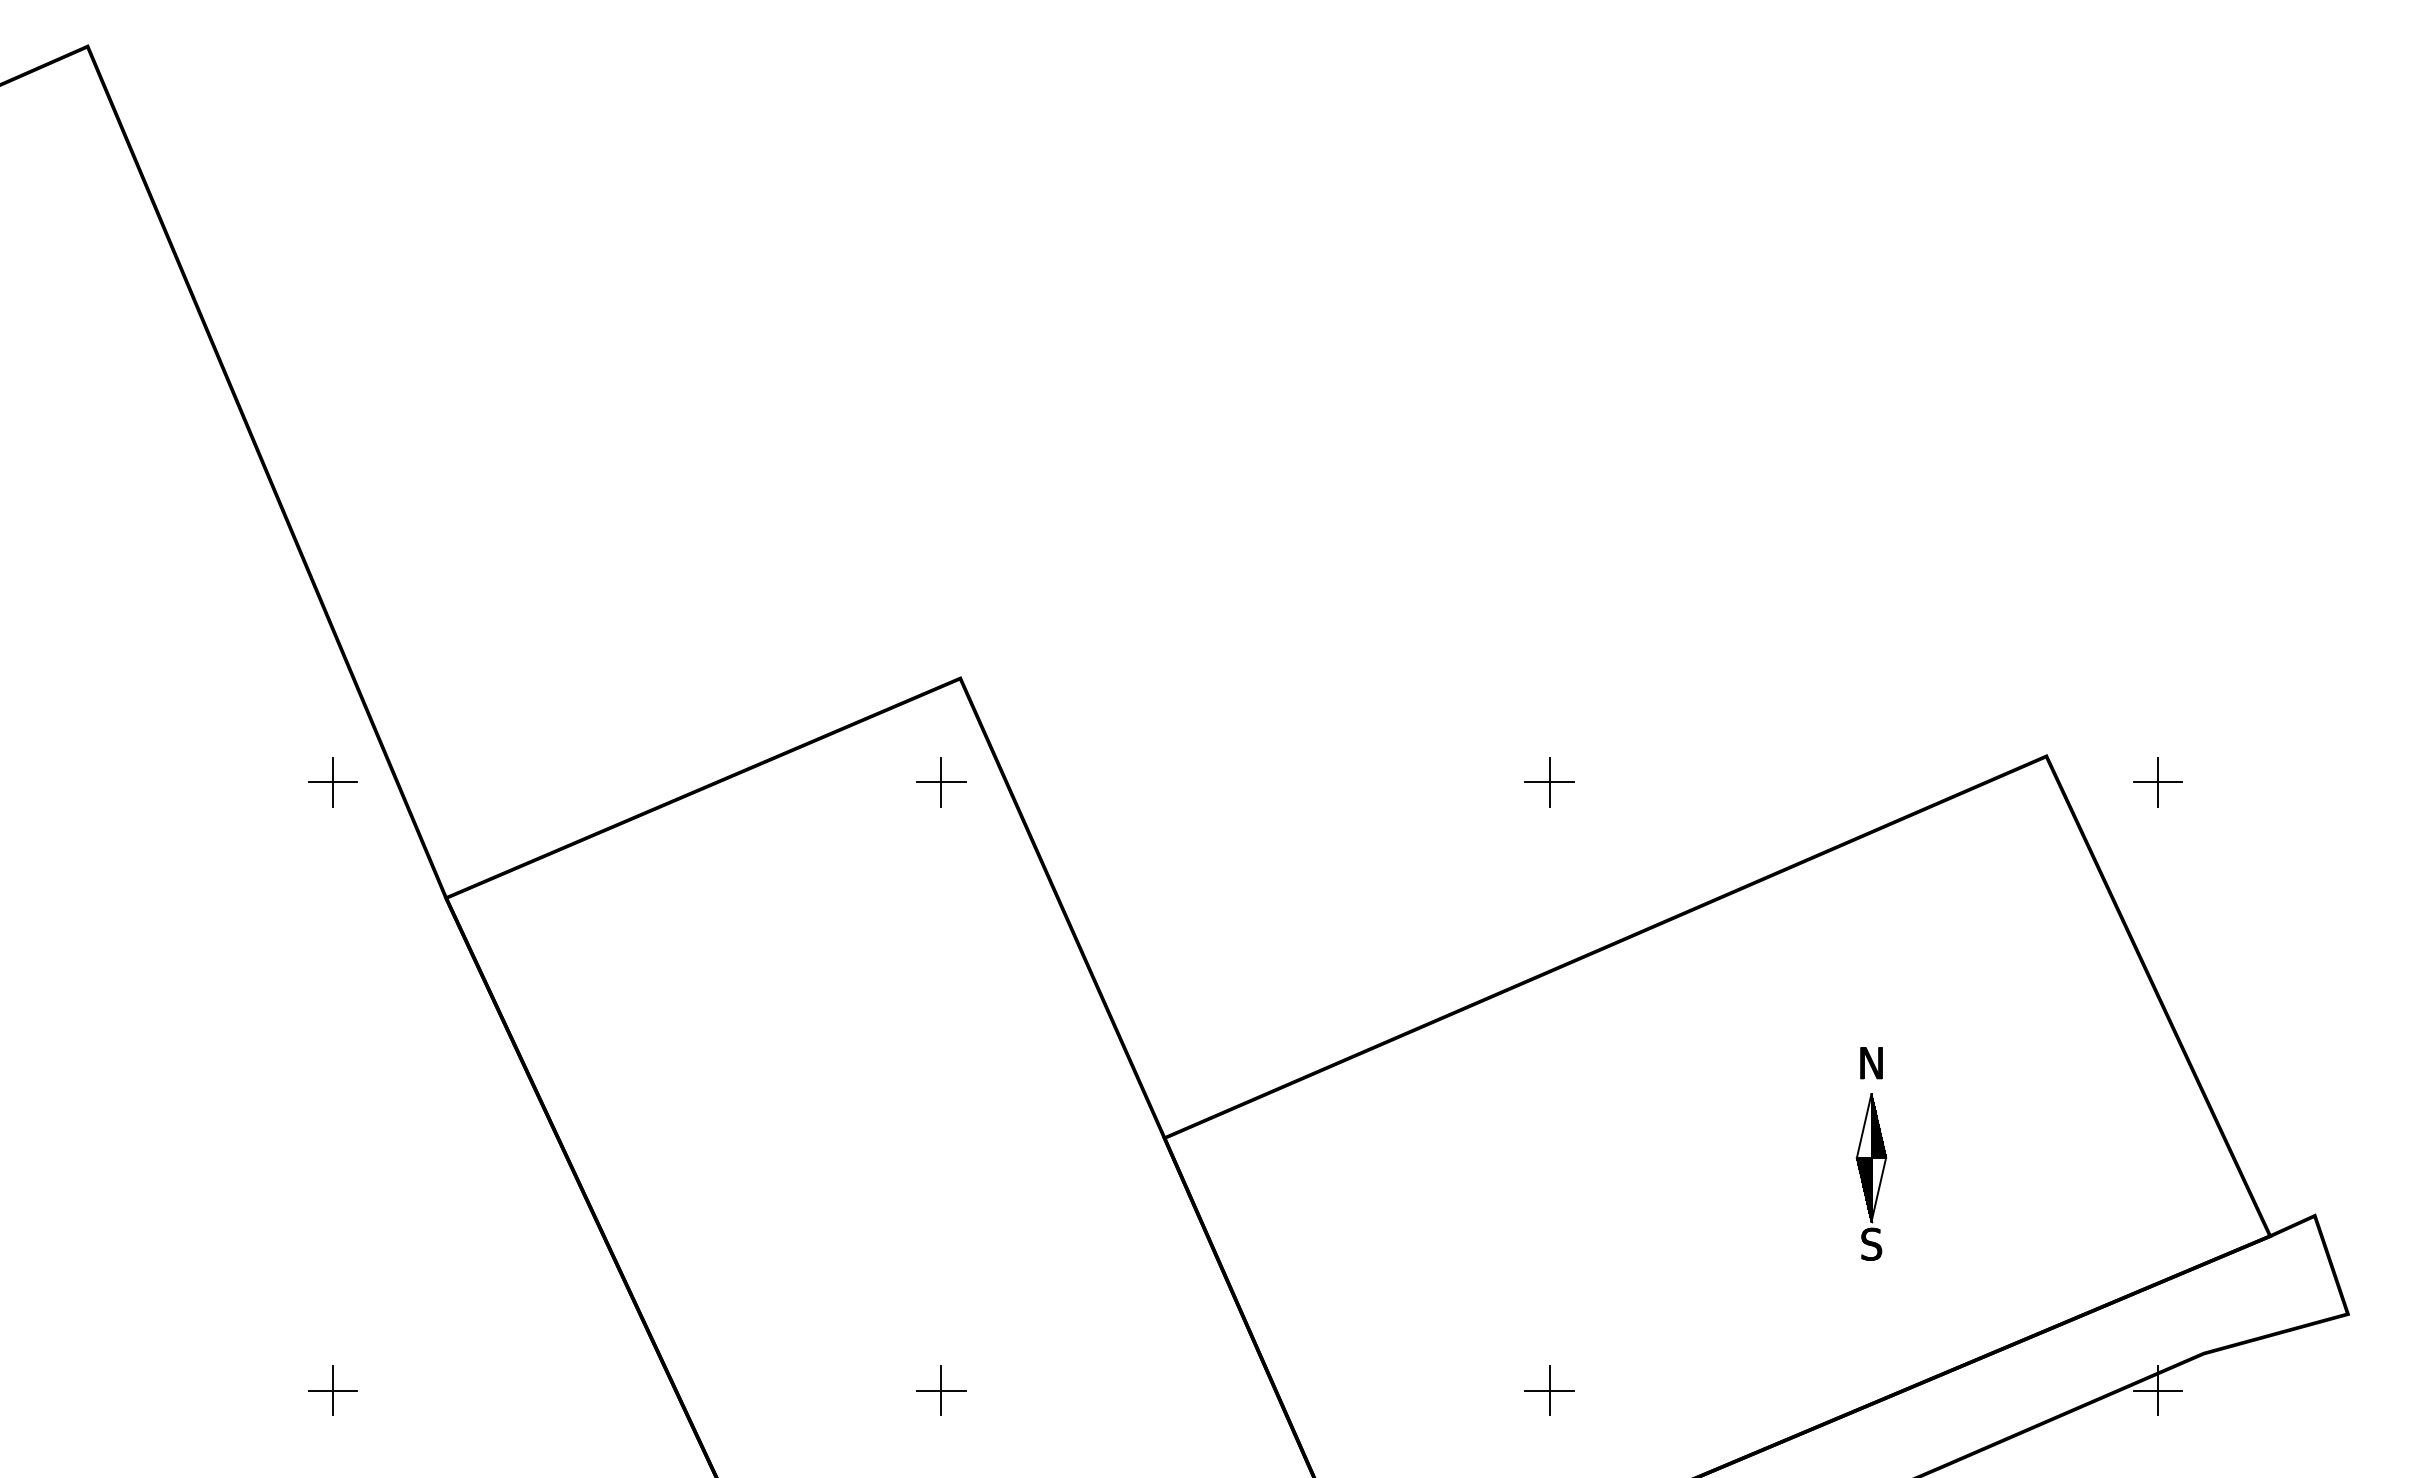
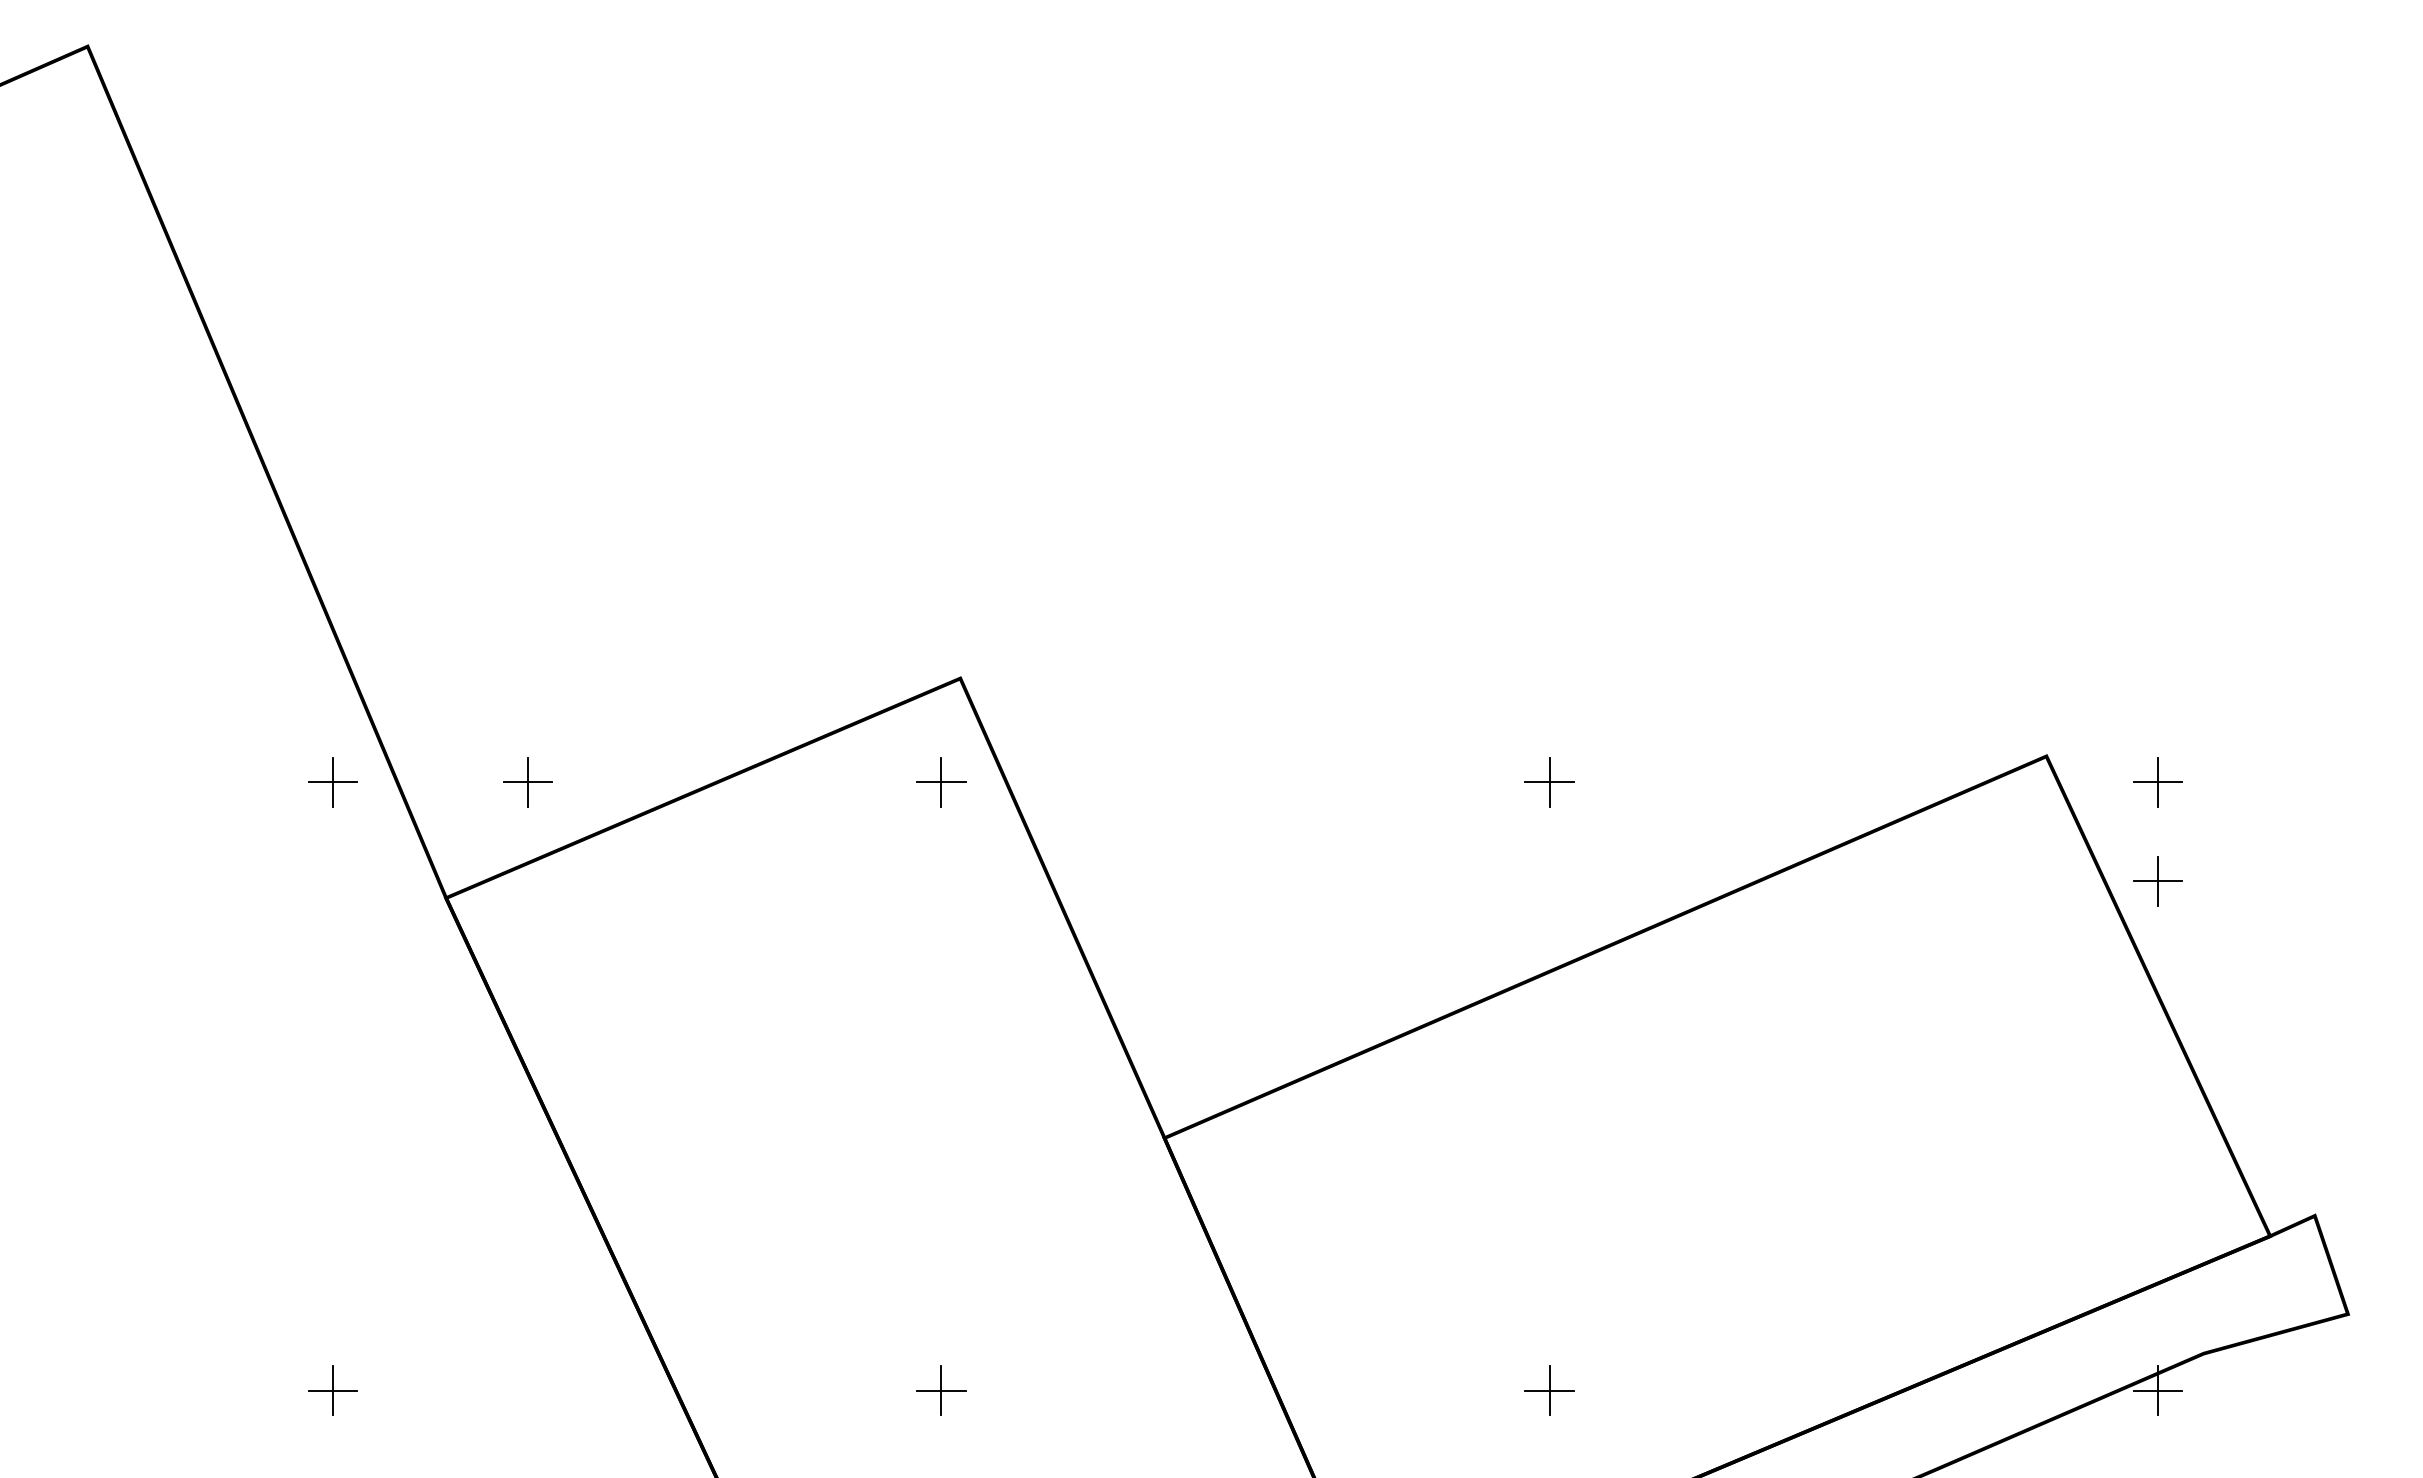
part at (527, 782): none -> present
part at (2157, 881): none -> present
part at (1871, 1153): present -> none
